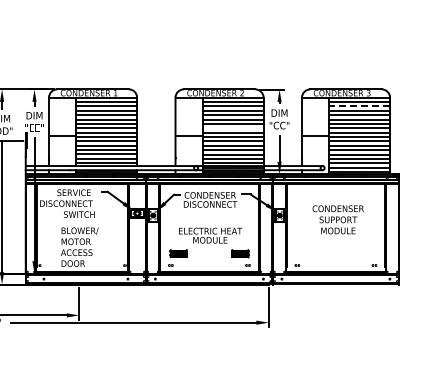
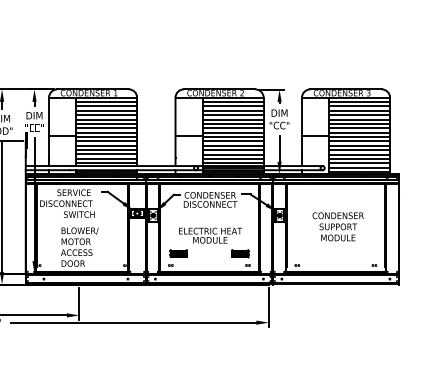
line at (359, 106): dashed -> solid
line at (232, 128): none -> present
text at (337, 219) position: (337, 219) -> (337, 226)
